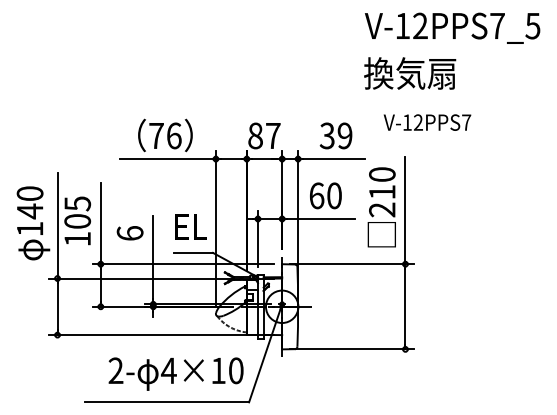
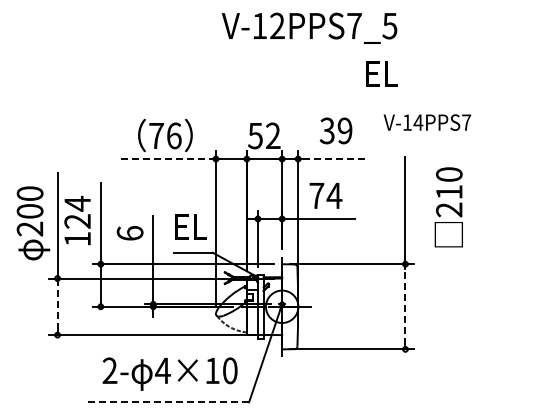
text at (452, 27) position: (452, 27) -> (309, 27)
text at (410, 73): 換気扇 -> EL
text at (418, 122): V-12PPS7 -> V-14PPS7
text at (264, 135): 87 -> 52
text at (335, 135) position: (335, 135) -> (335, 130)
line at (167, 159): solid -> dashed
line at (333, 159): solid -> dashed
text at (325, 195): 60 -> 74
text at (381, 207) position: (381, 207) -> (448, 207)
text at (77, 211): 105 -> 124
text at (29, 219): 140 -> 200
line at (57, 306): solid -> dashed
line at (405, 306): solid -> dashed
text at (175, 373) position: (175, 373) -> (169, 373)
line at (166, 402): solid -> dashed
